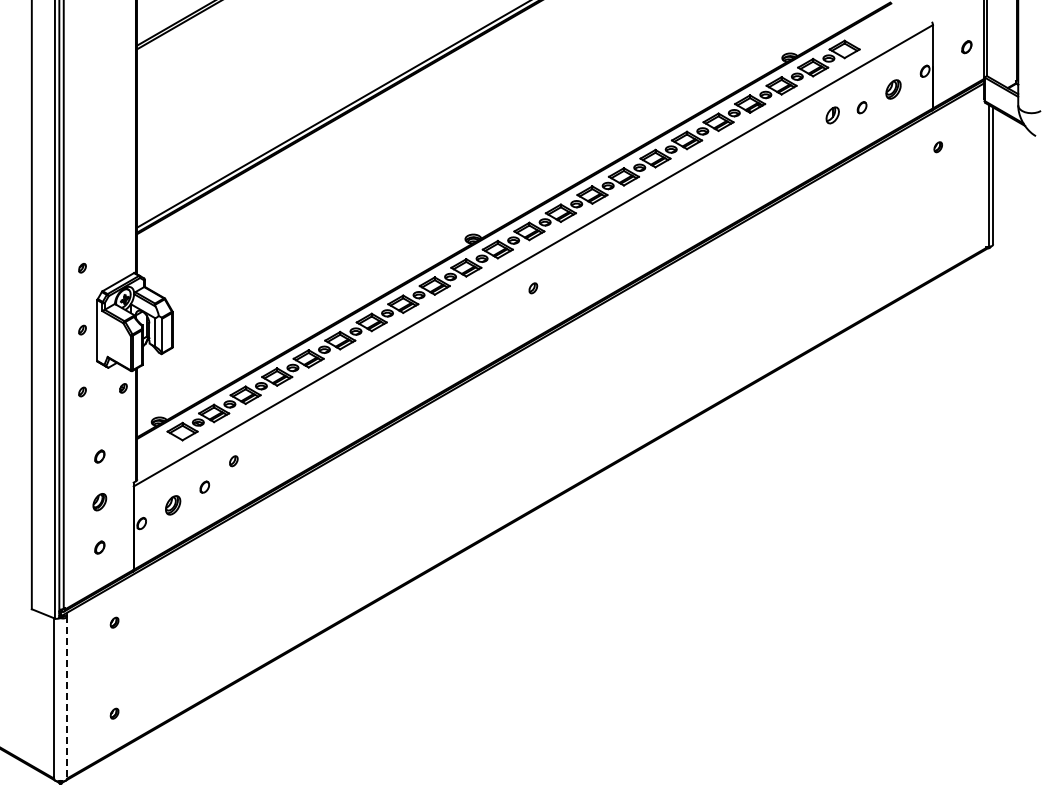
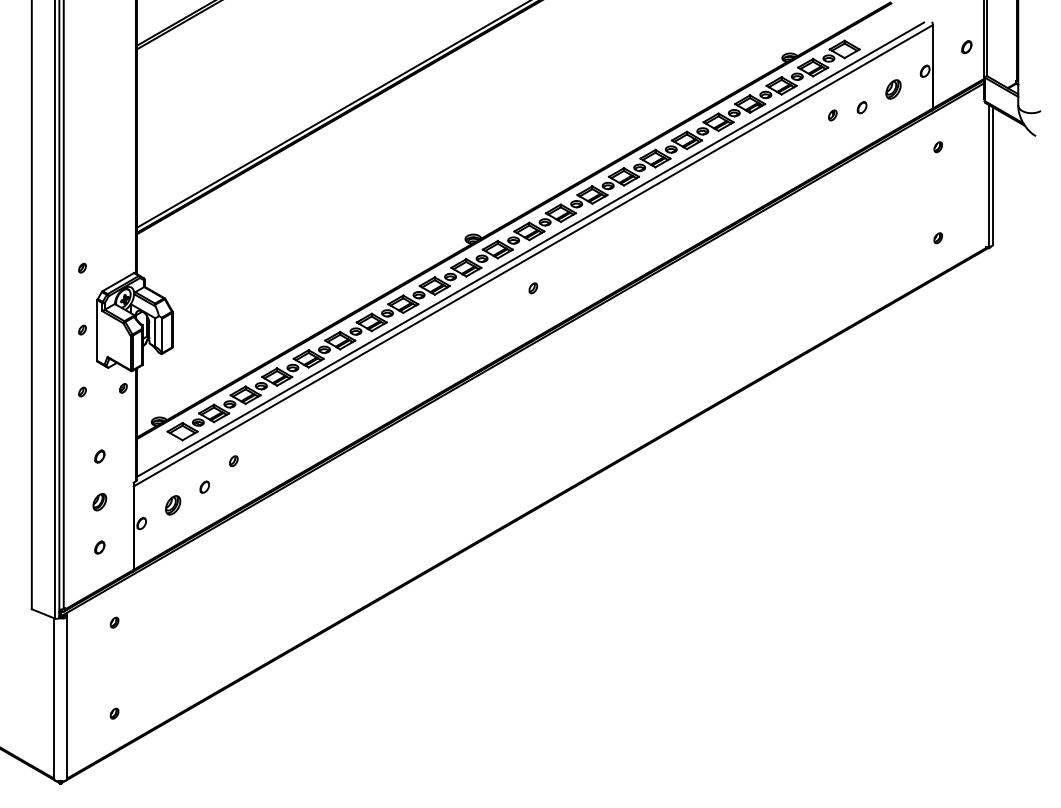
part at (832, 115) size: 15x19 px -> 10x13 px
part at (937, 238): none -> present
line at (530, 249): none -> present
line at (67, 698): dashed -> solid
